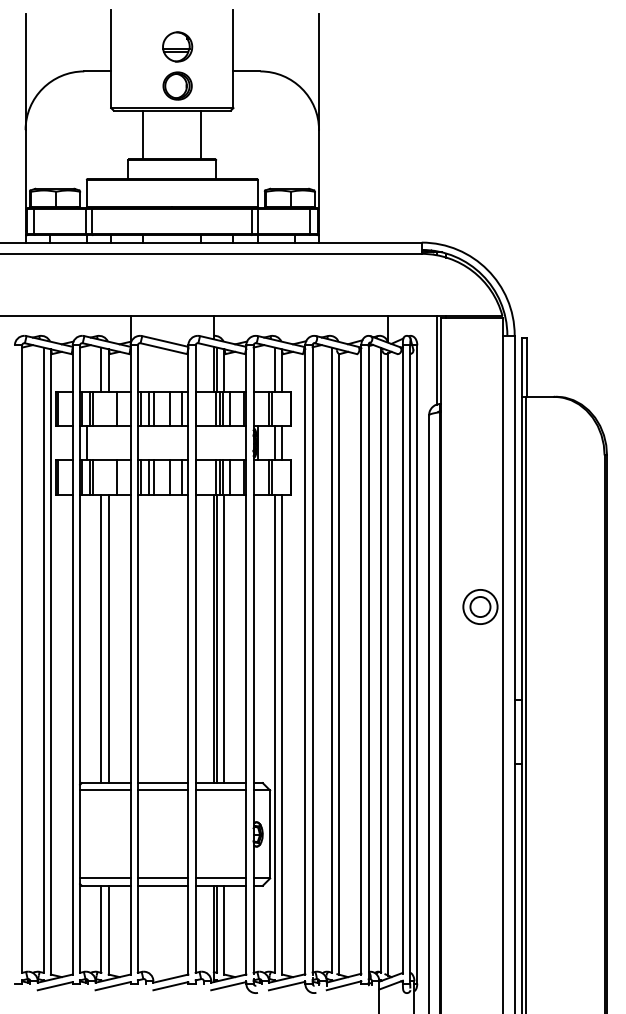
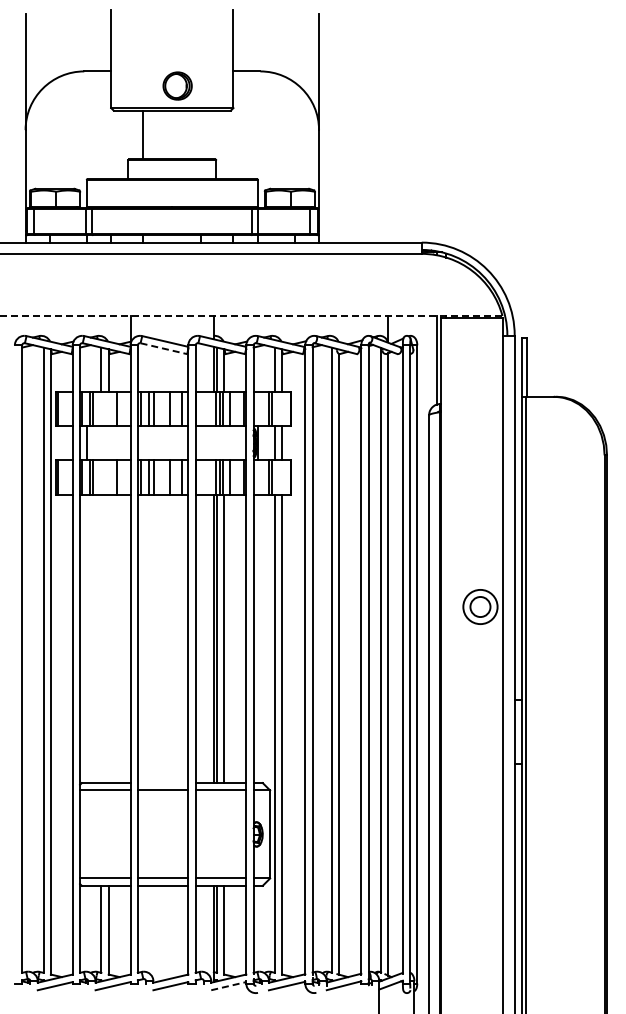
part at (177, 46): present -> none
line at (201, 134): present -> none
line at (251, 315): solid -> dashed
line at (163, 348): solid -> dashed
line at (101, 638): present -> none
line at (108, 638): present -> none
line at (162, 783): present -> none
line at (229, 986): solid -> dashed
